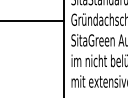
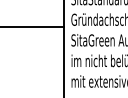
line at (33, 21) position: (33, 21) -> (33, 27)
